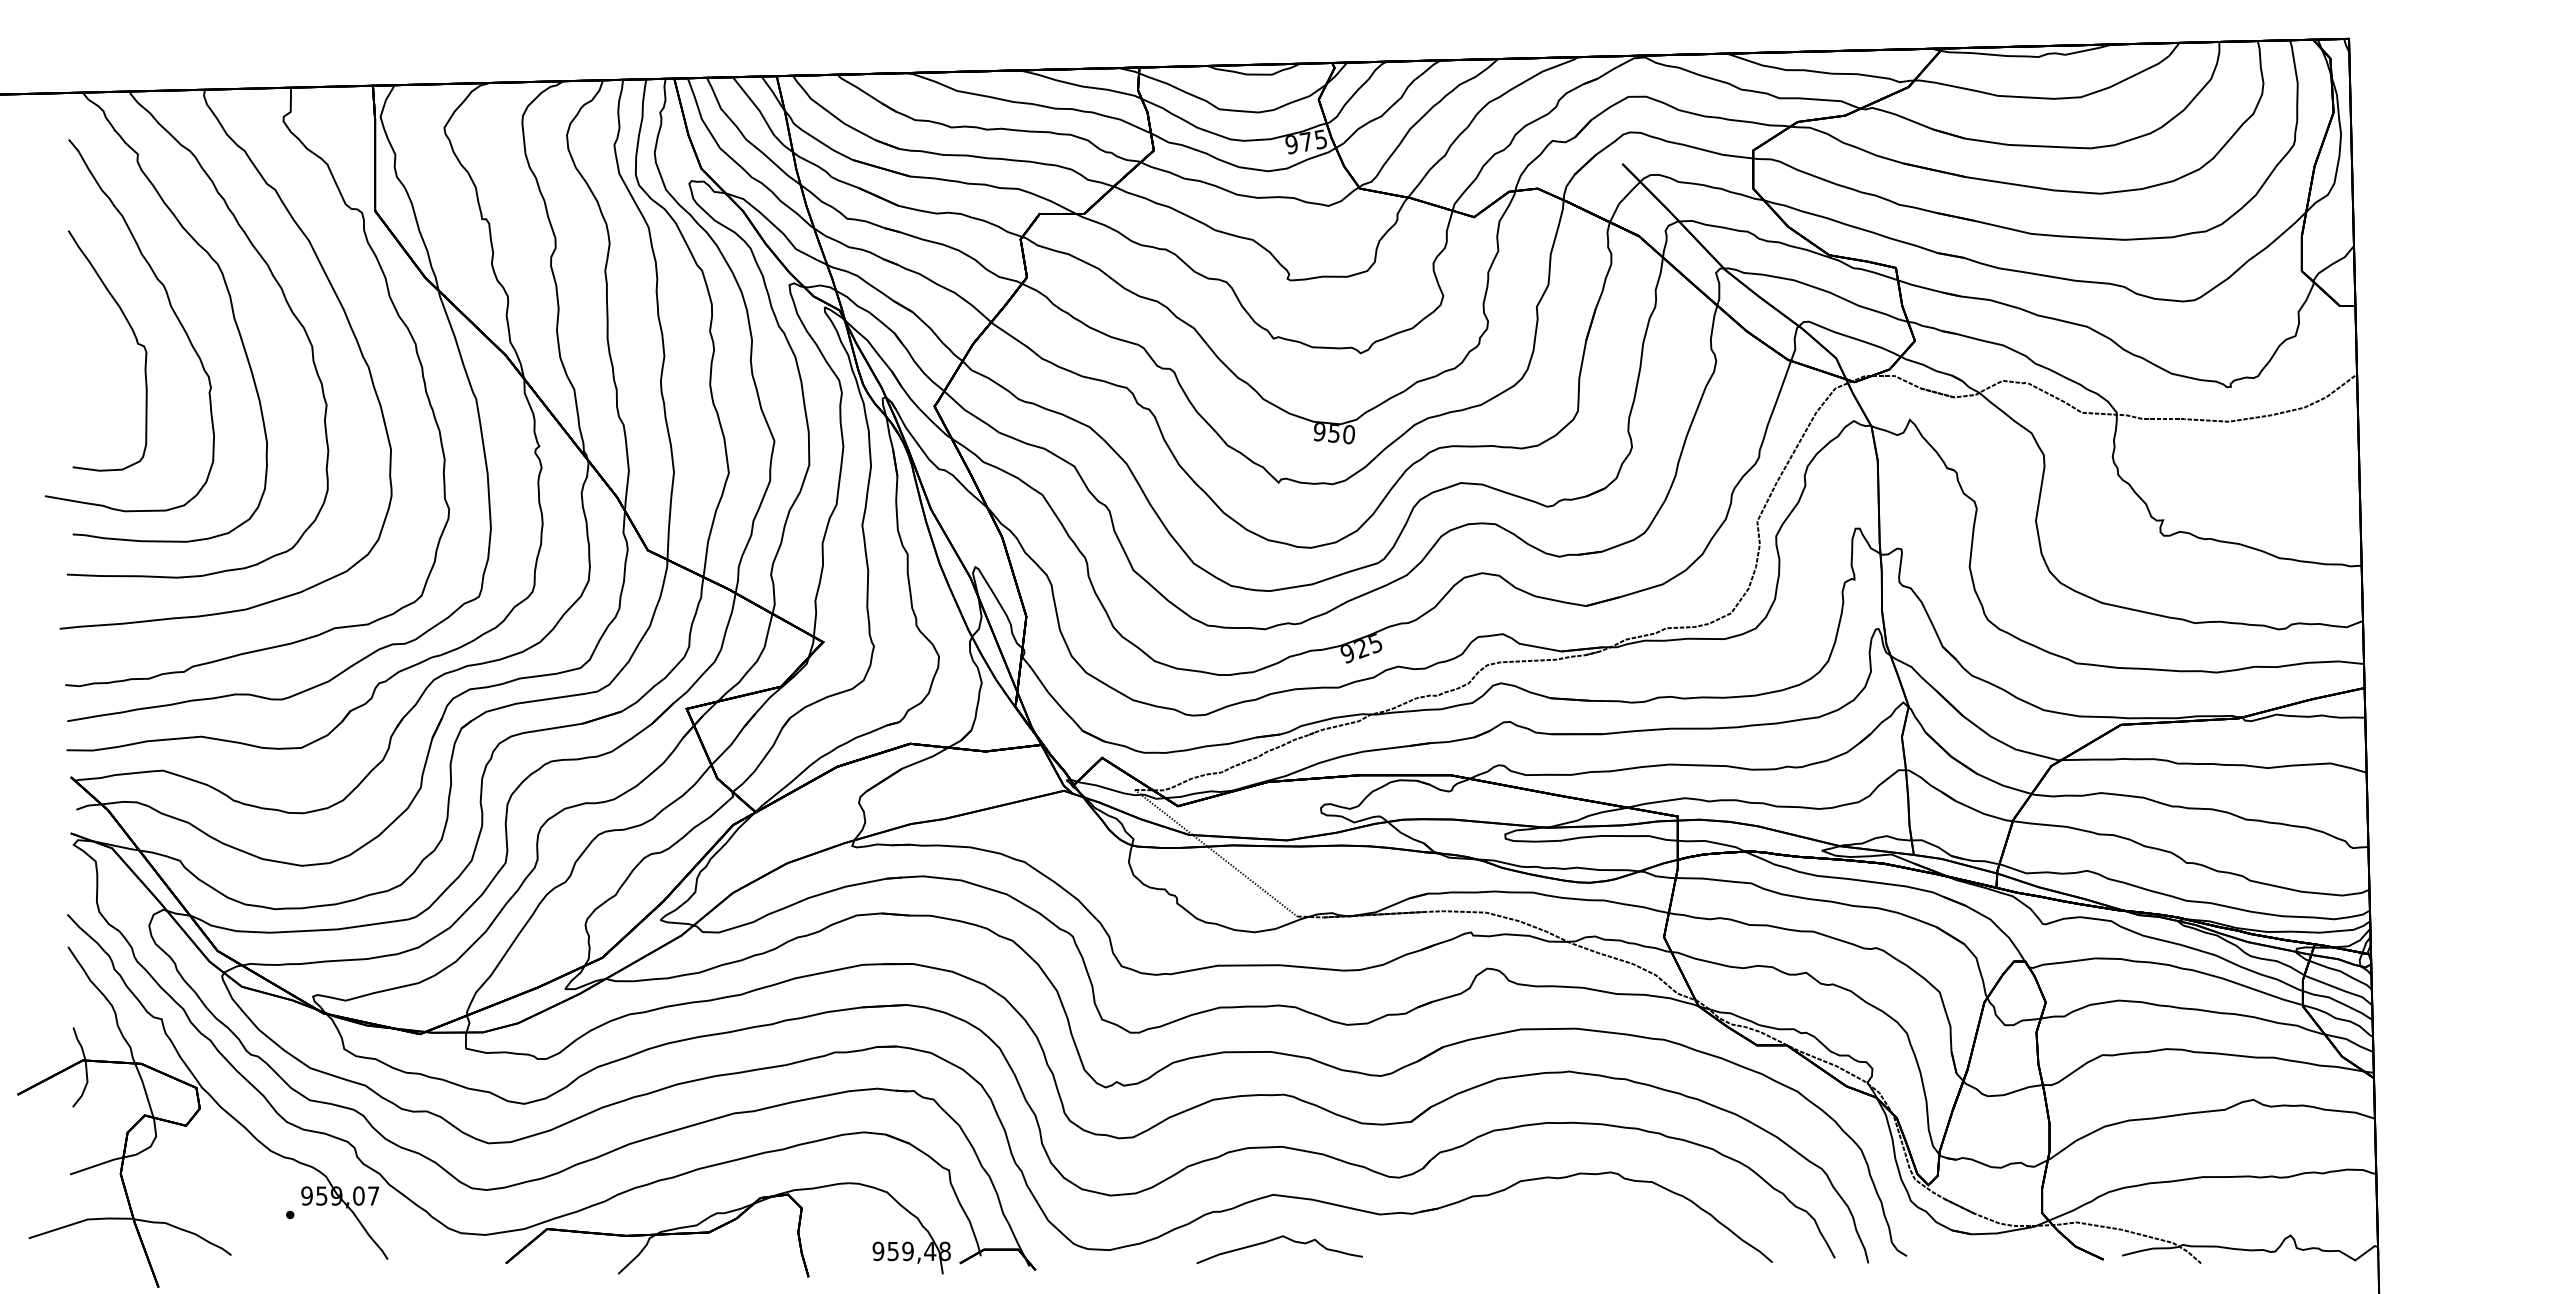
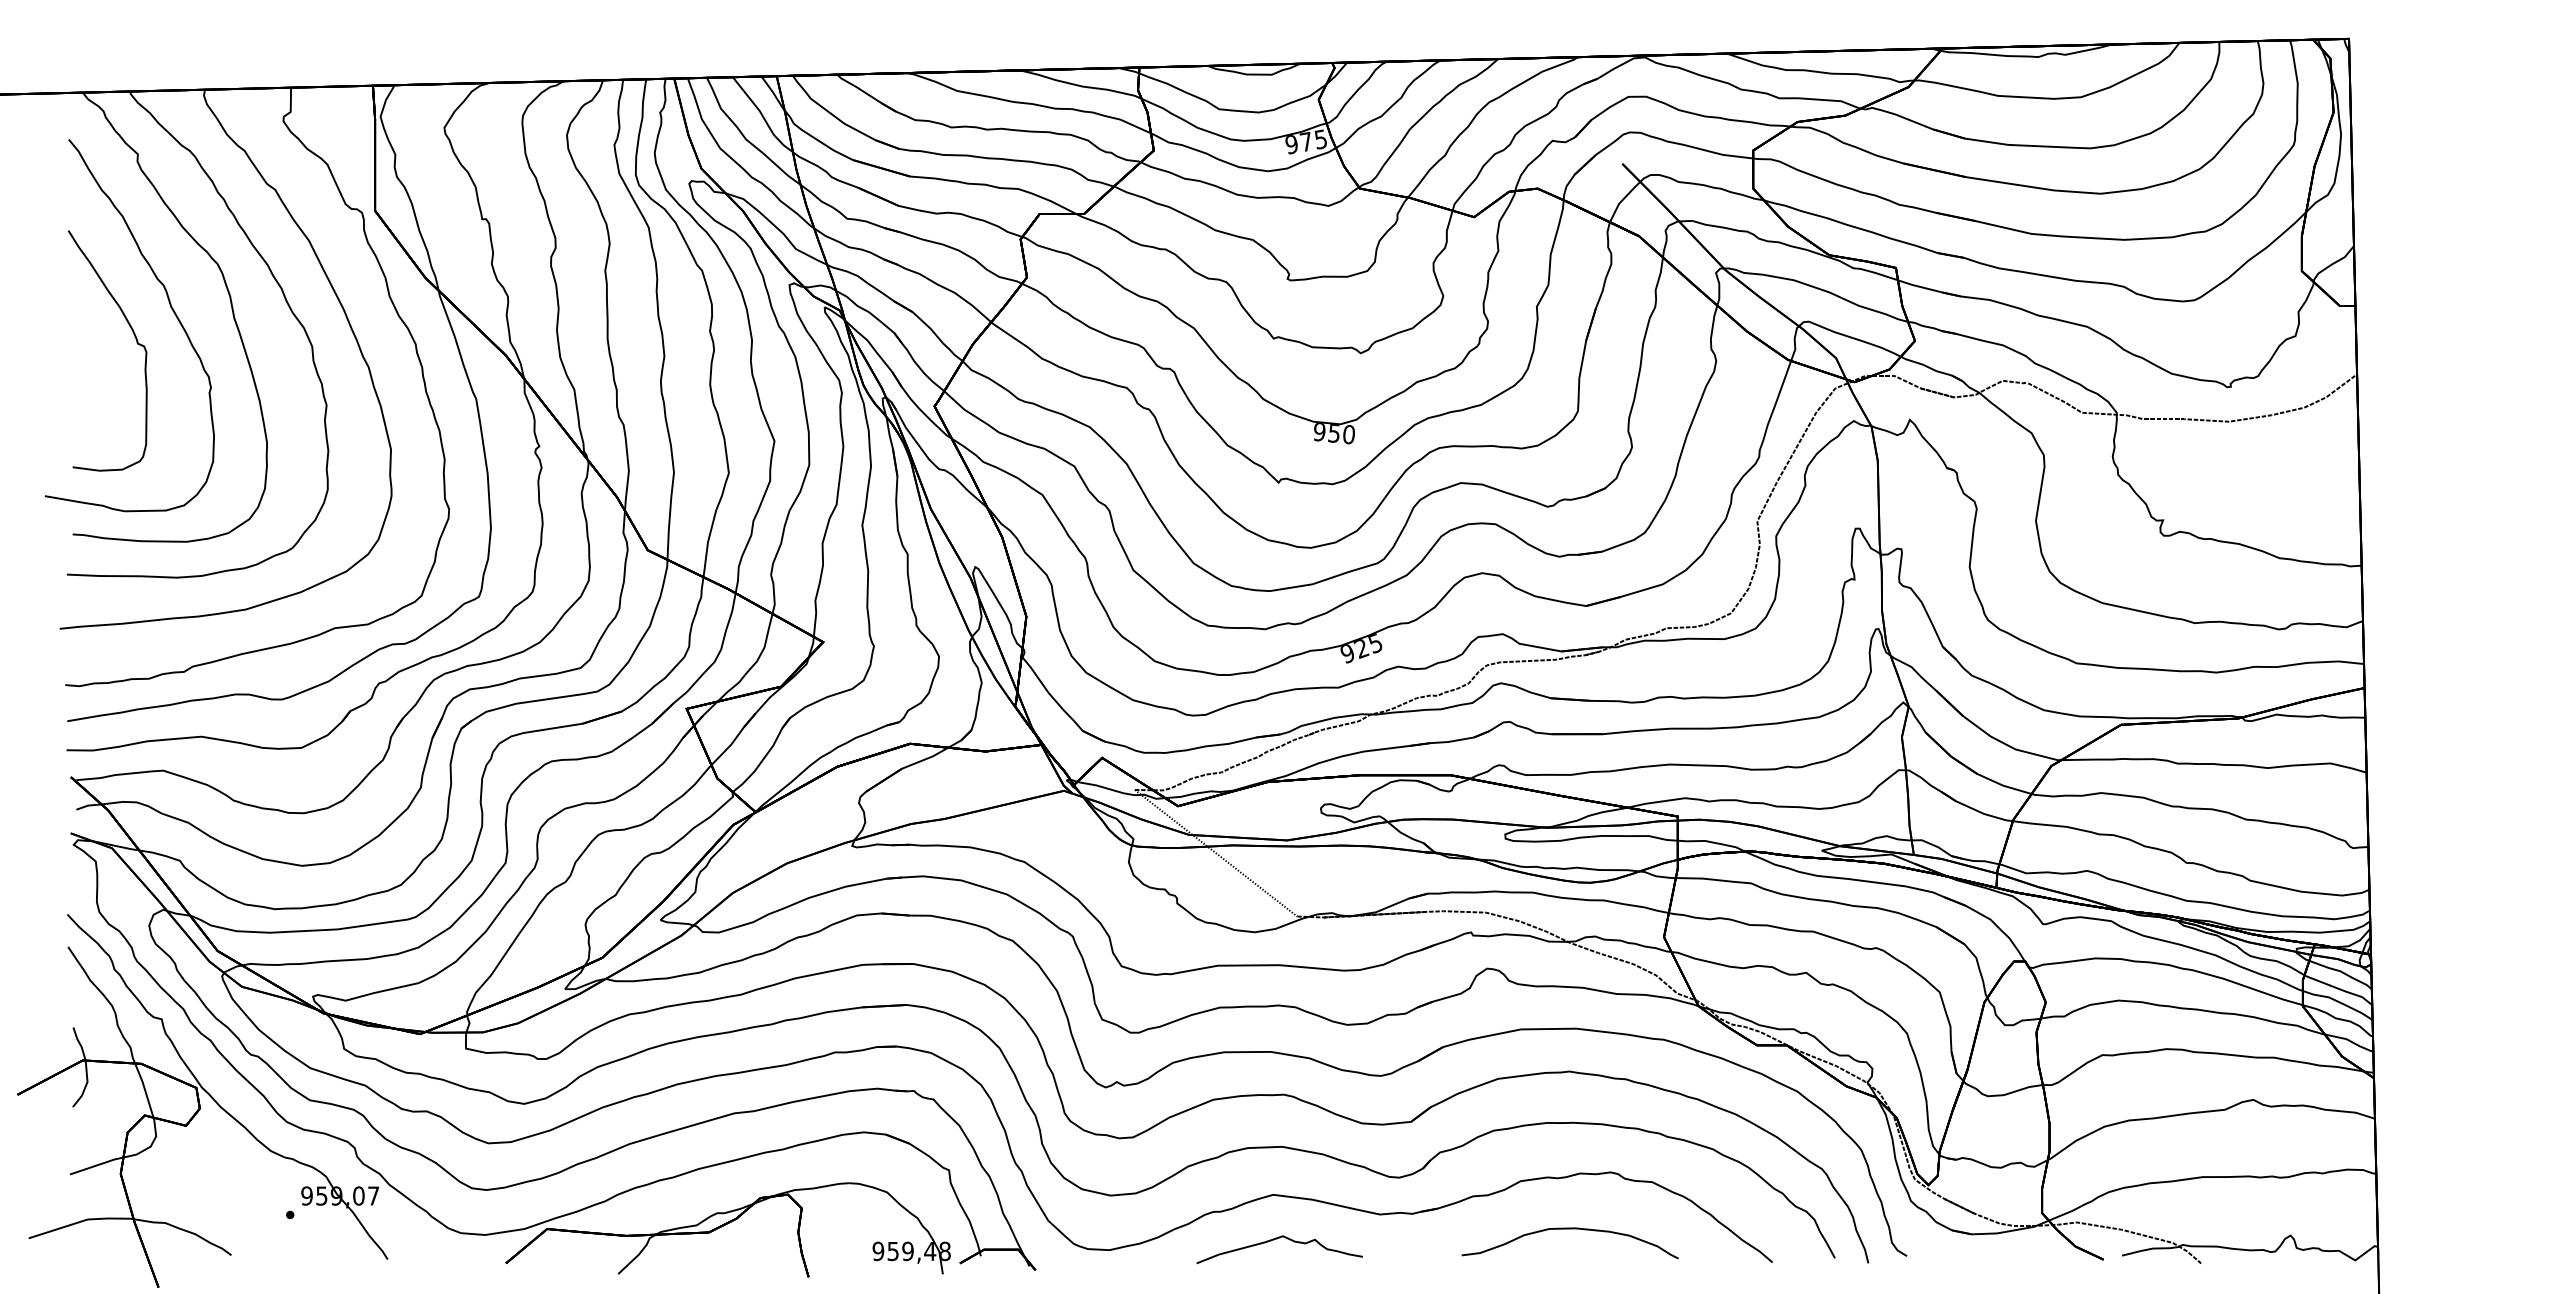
curve at (1569, 1229): none -> present
